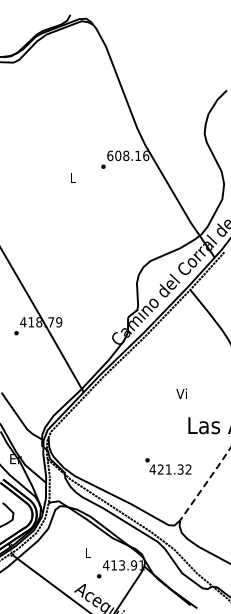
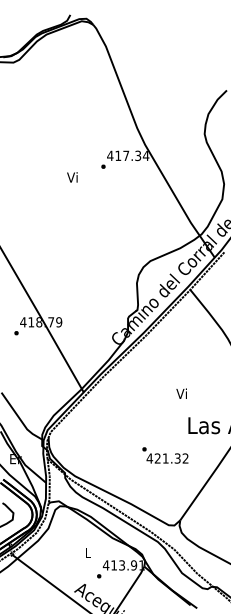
text at (128, 155): 608.16 -> 417.34
text at (72, 177): L -> Vi
text at (168, 466) position: (168, 466) -> (165, 455)
line at (205, 483): dashed -> solid
